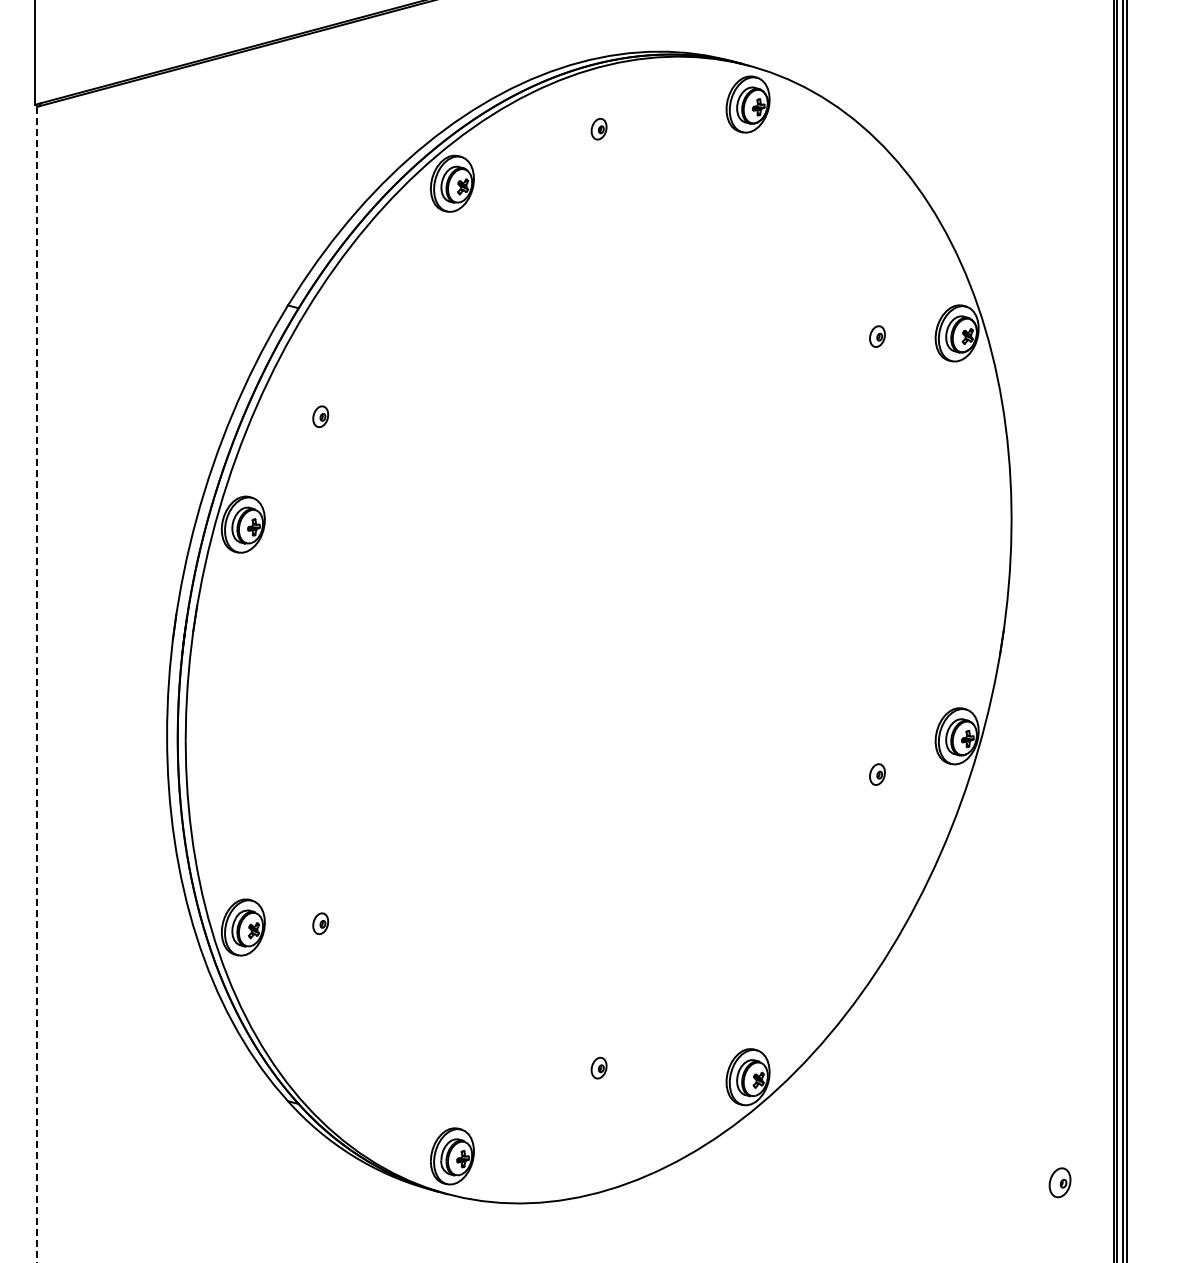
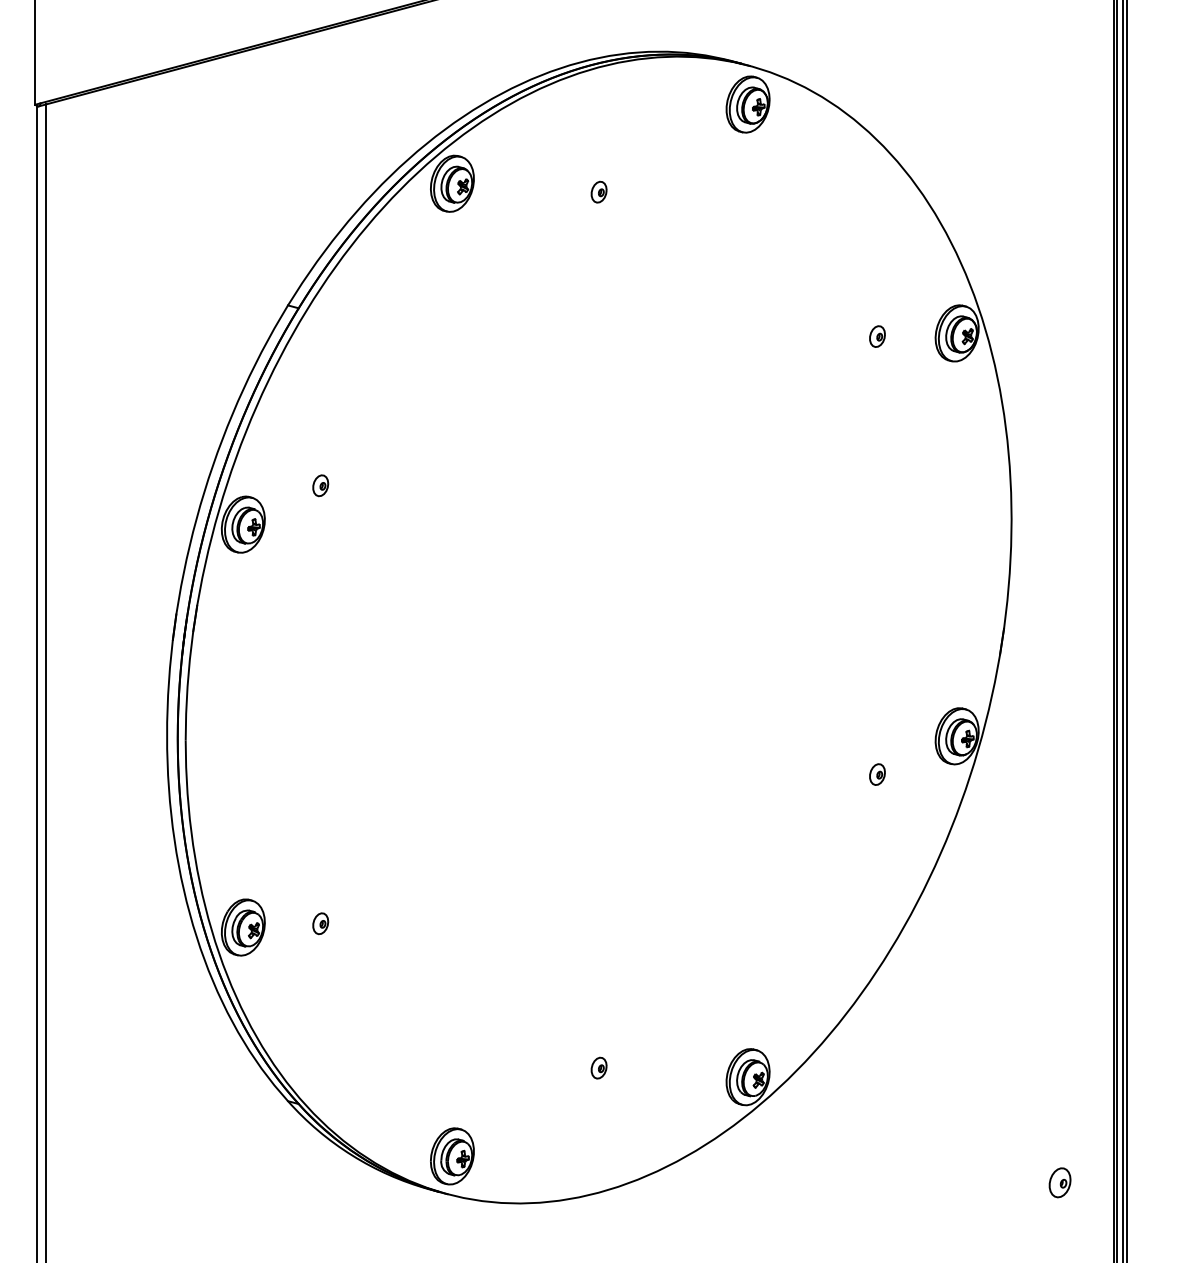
part at (598, 128) position: (598, 128) -> (598, 191)
part at (320, 416) position: (320, 416) -> (320, 485)
line at (46, 681): none -> present
line at (37, 683): dashed -> solid
